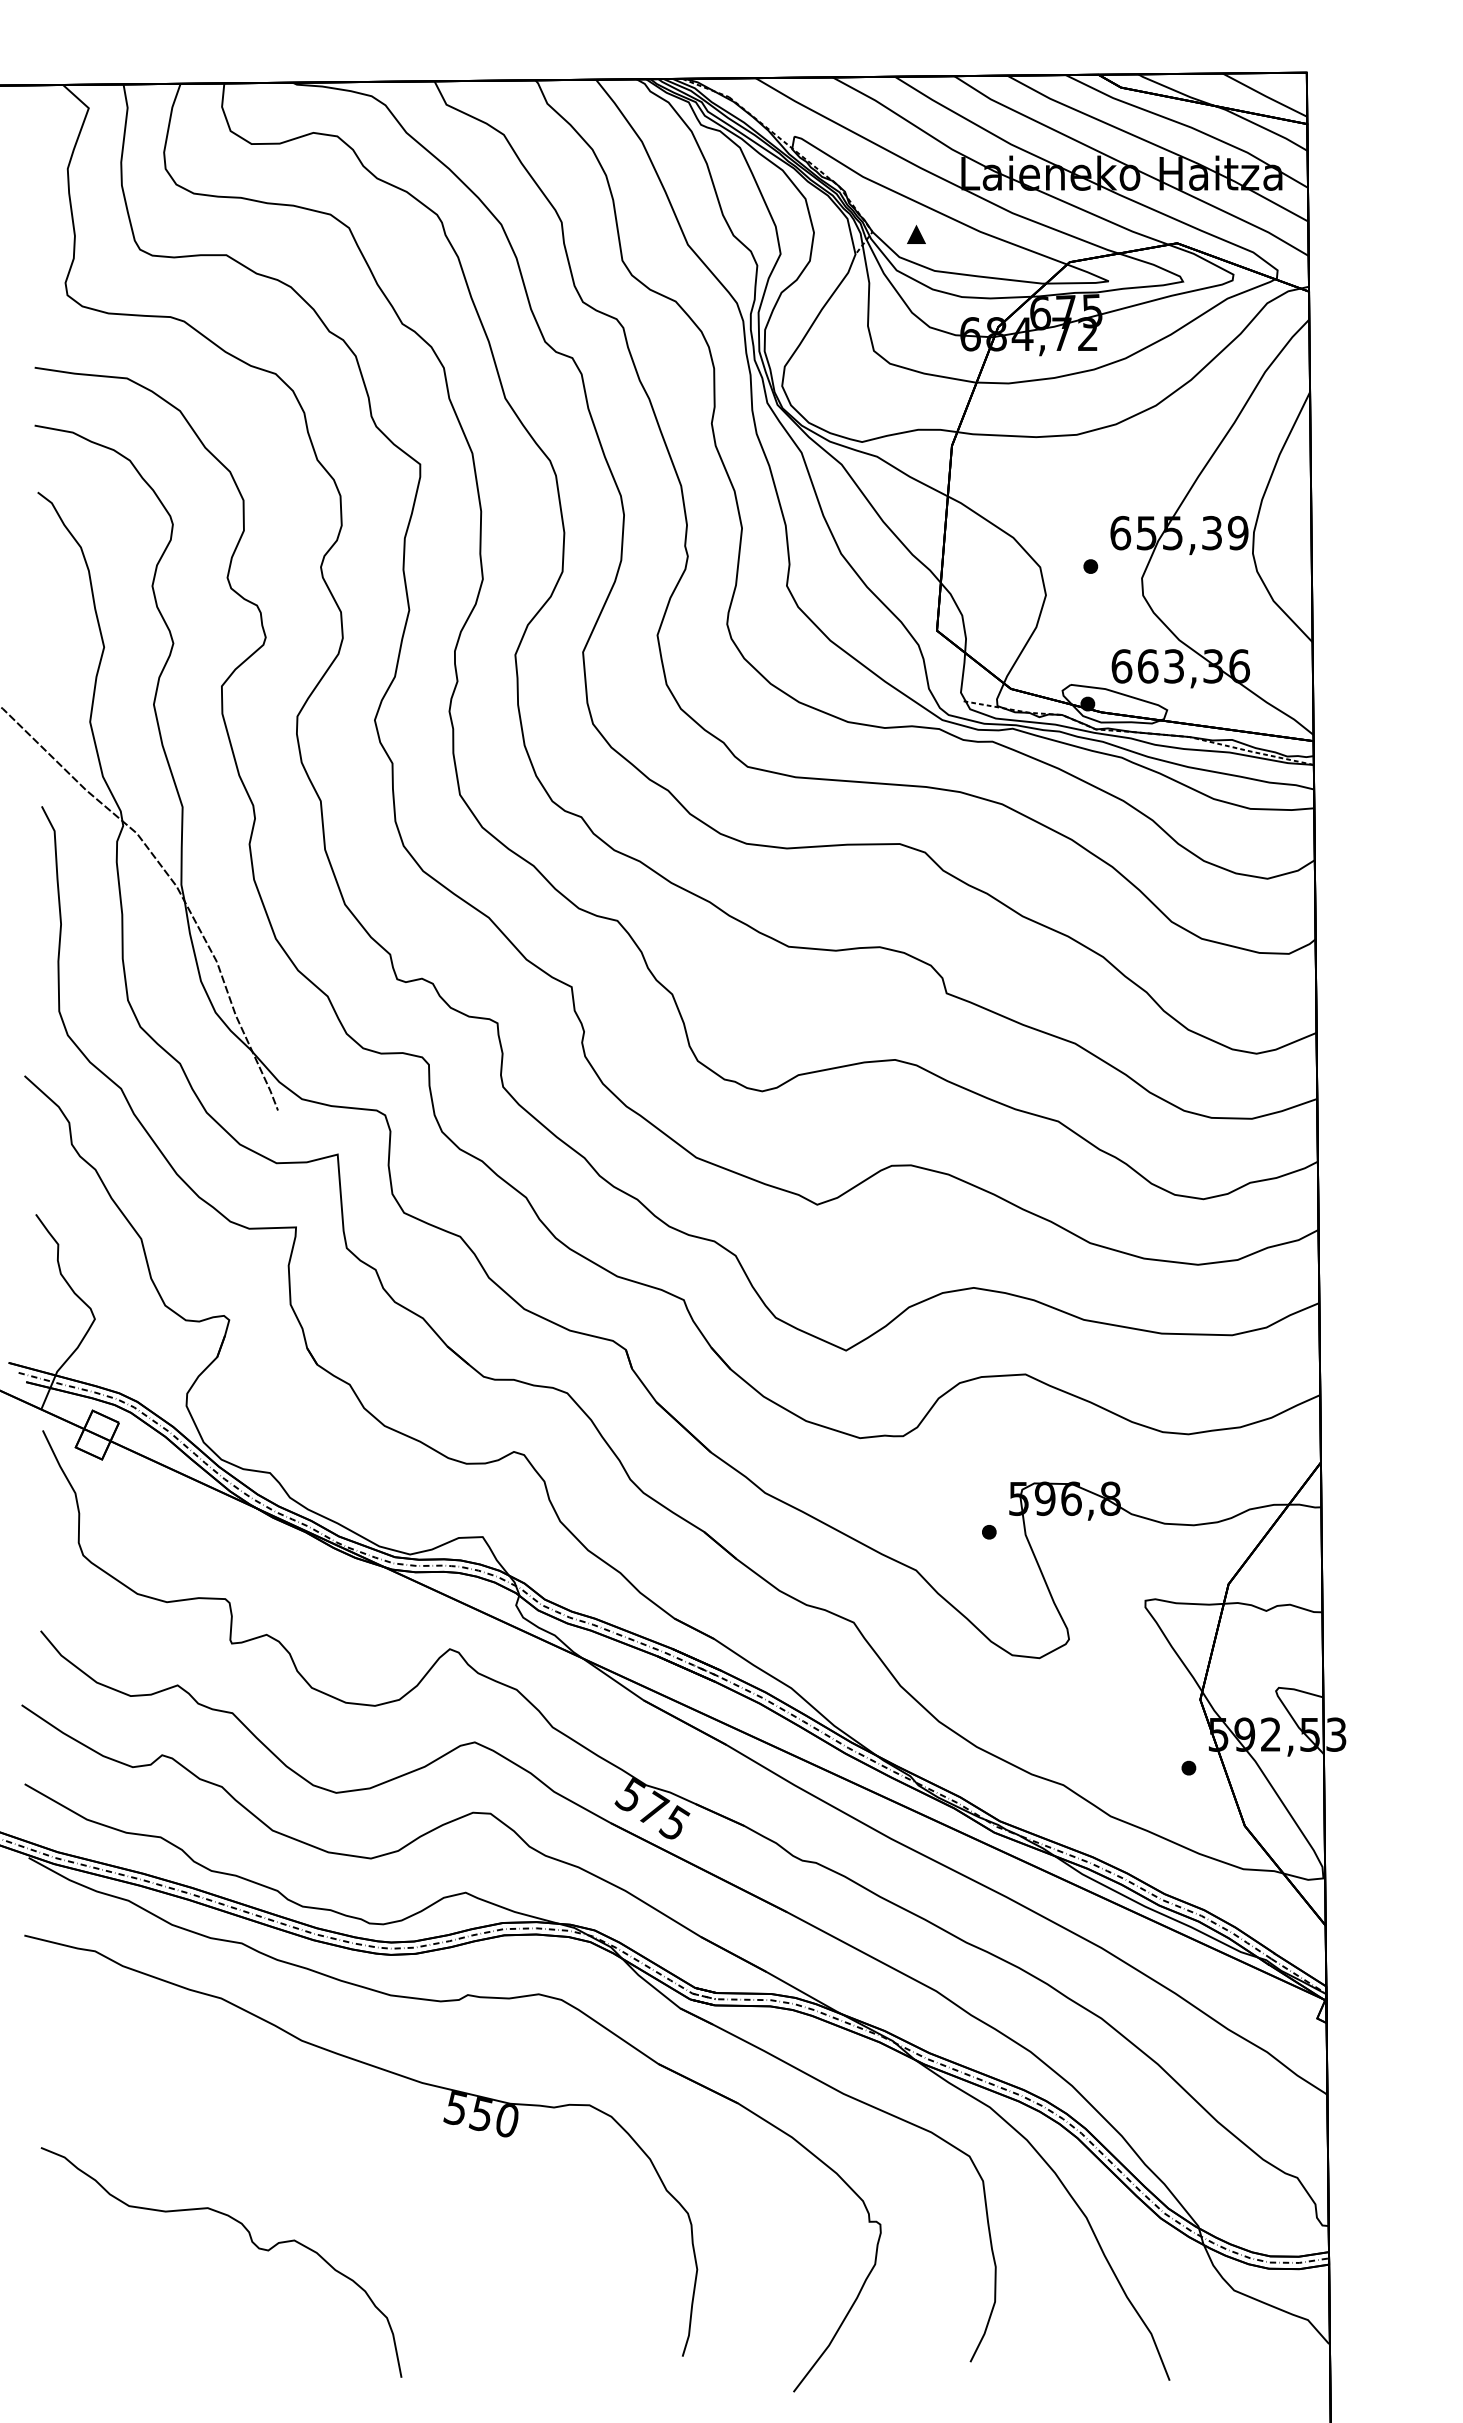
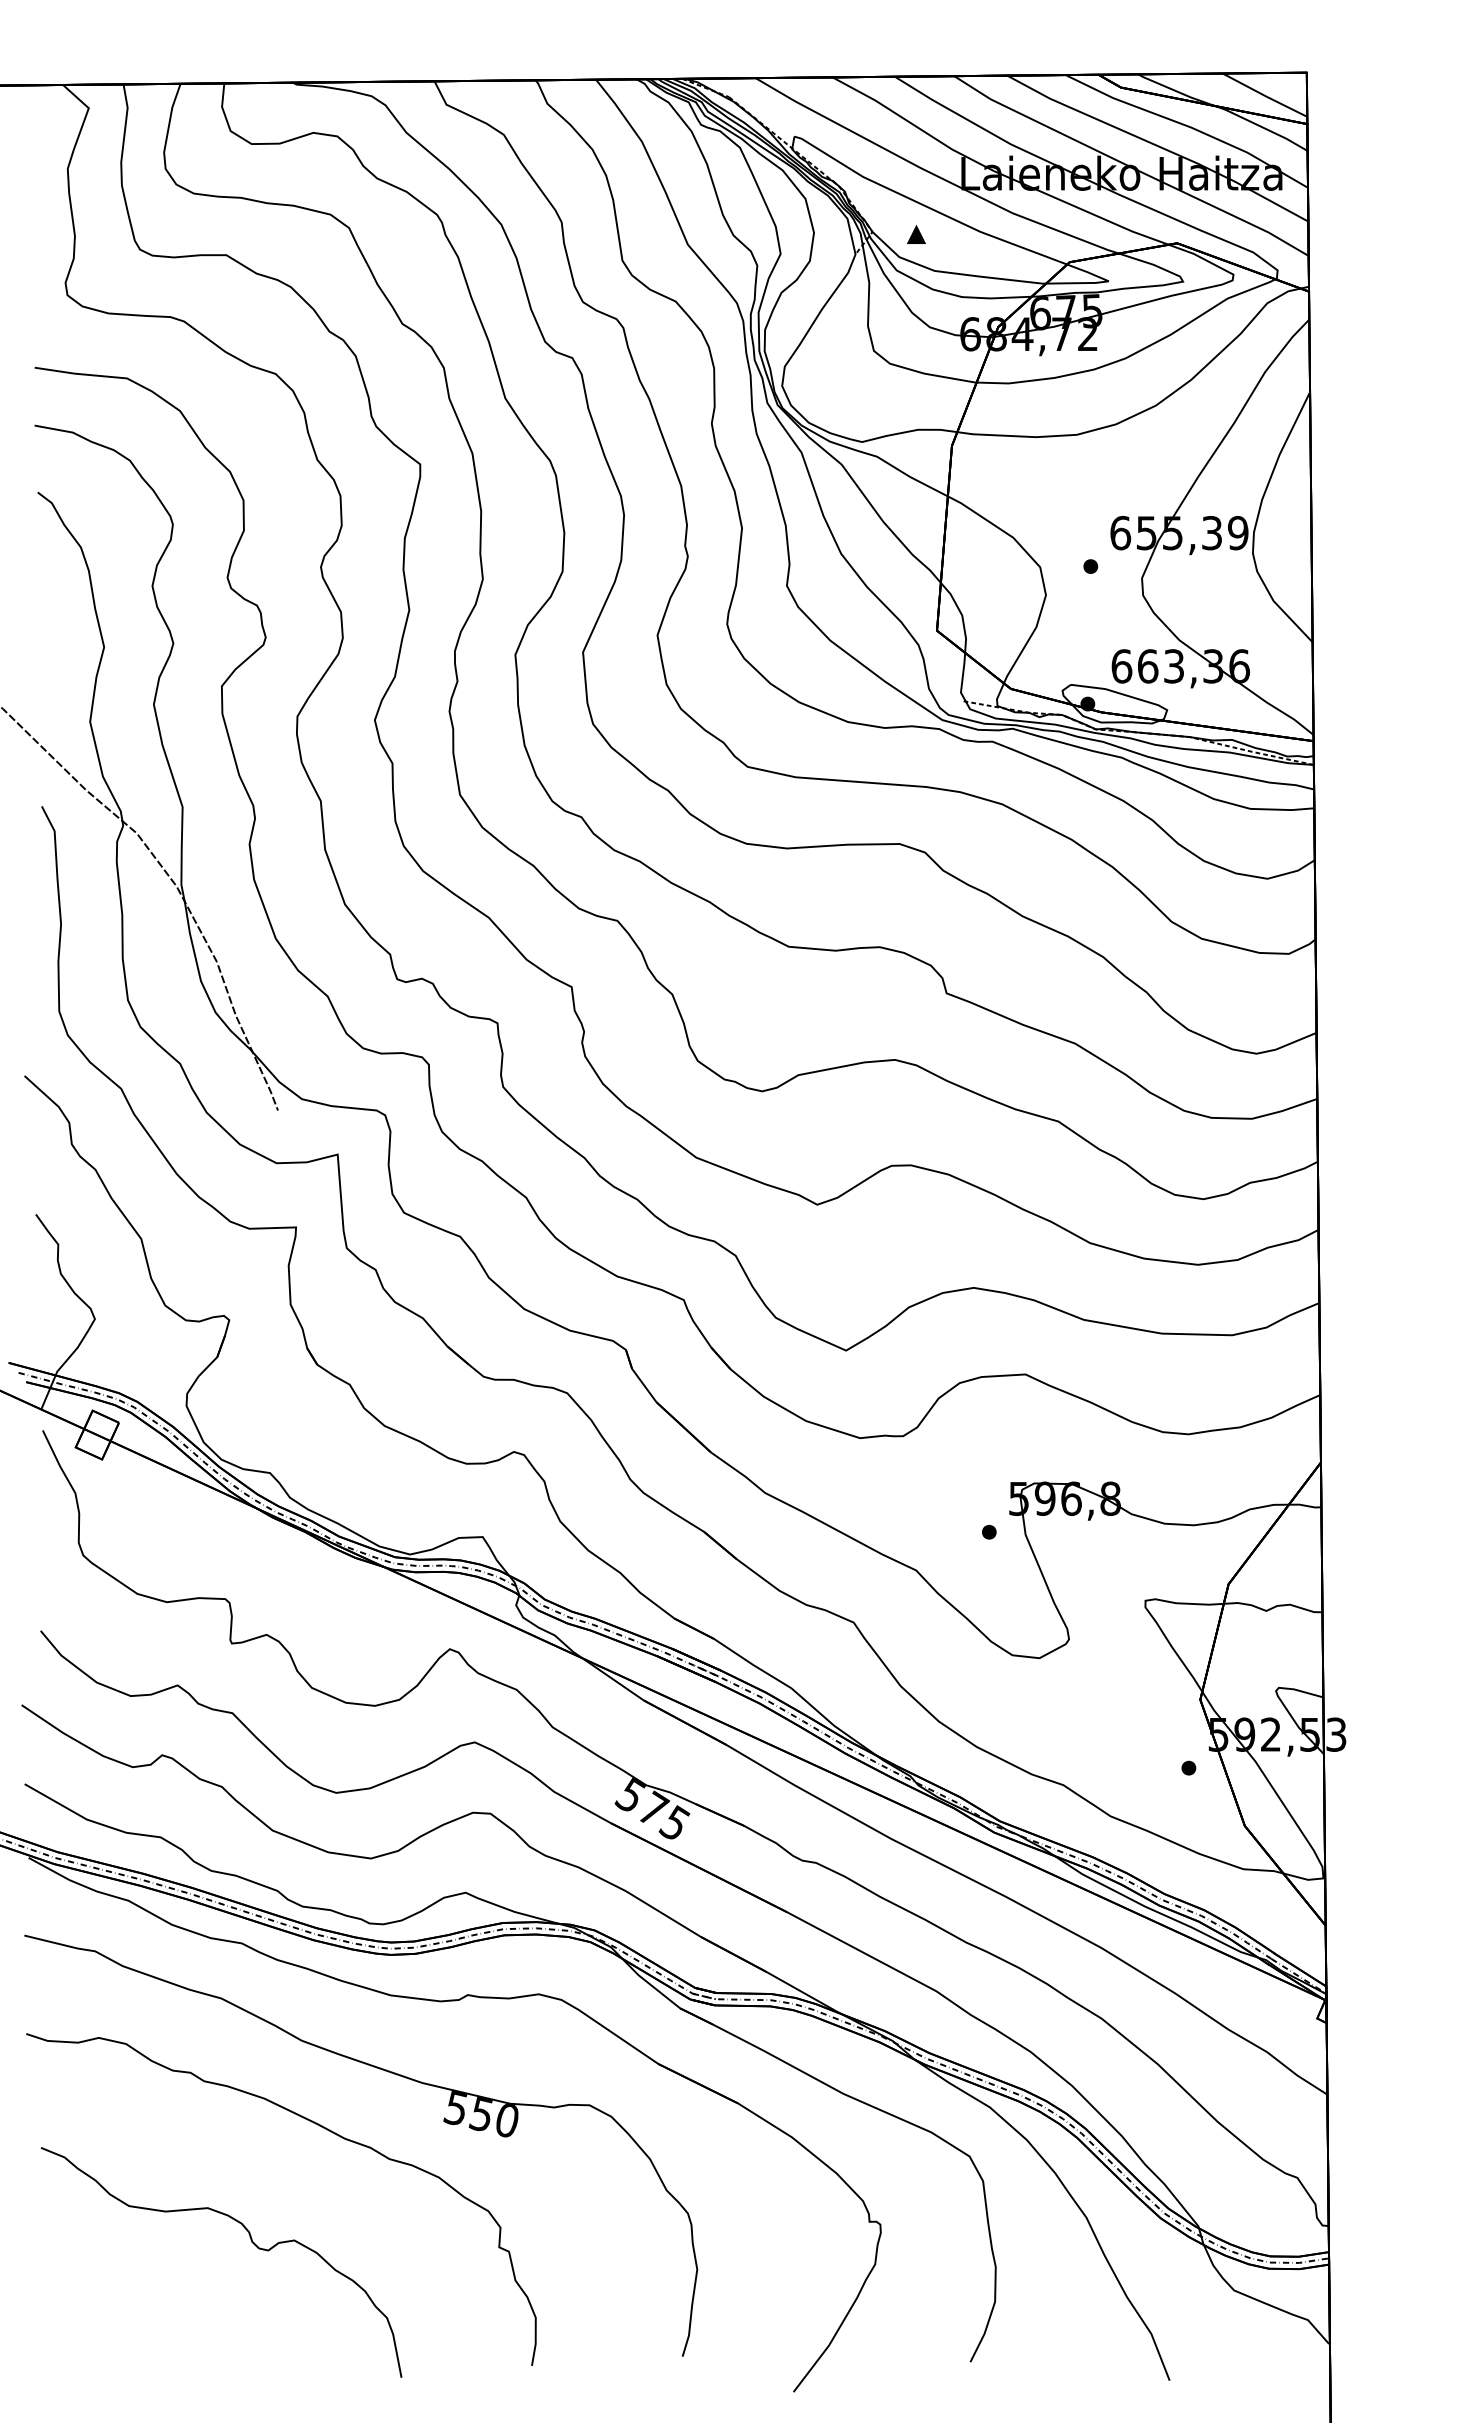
curve at (317, 2125): none -> present
